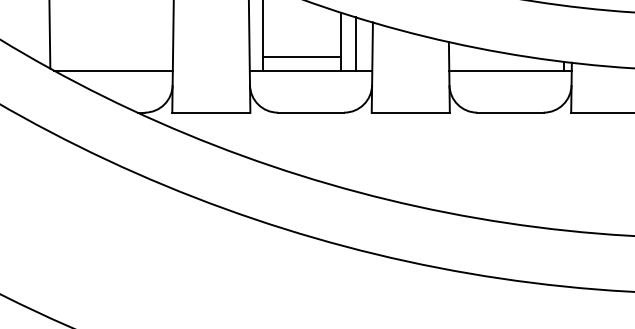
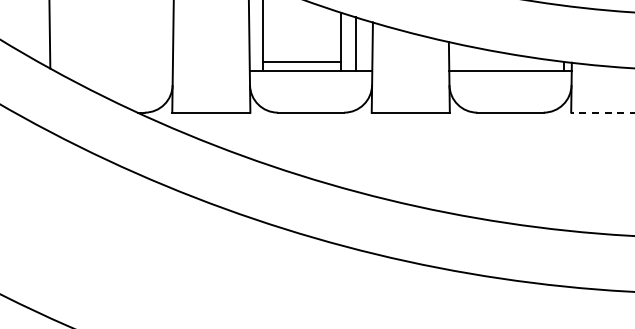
line at (302, 56) position: (302, 56) -> (302, 61)
line at (113, 70): present -> none
line at (602, 112): solid -> dashed
